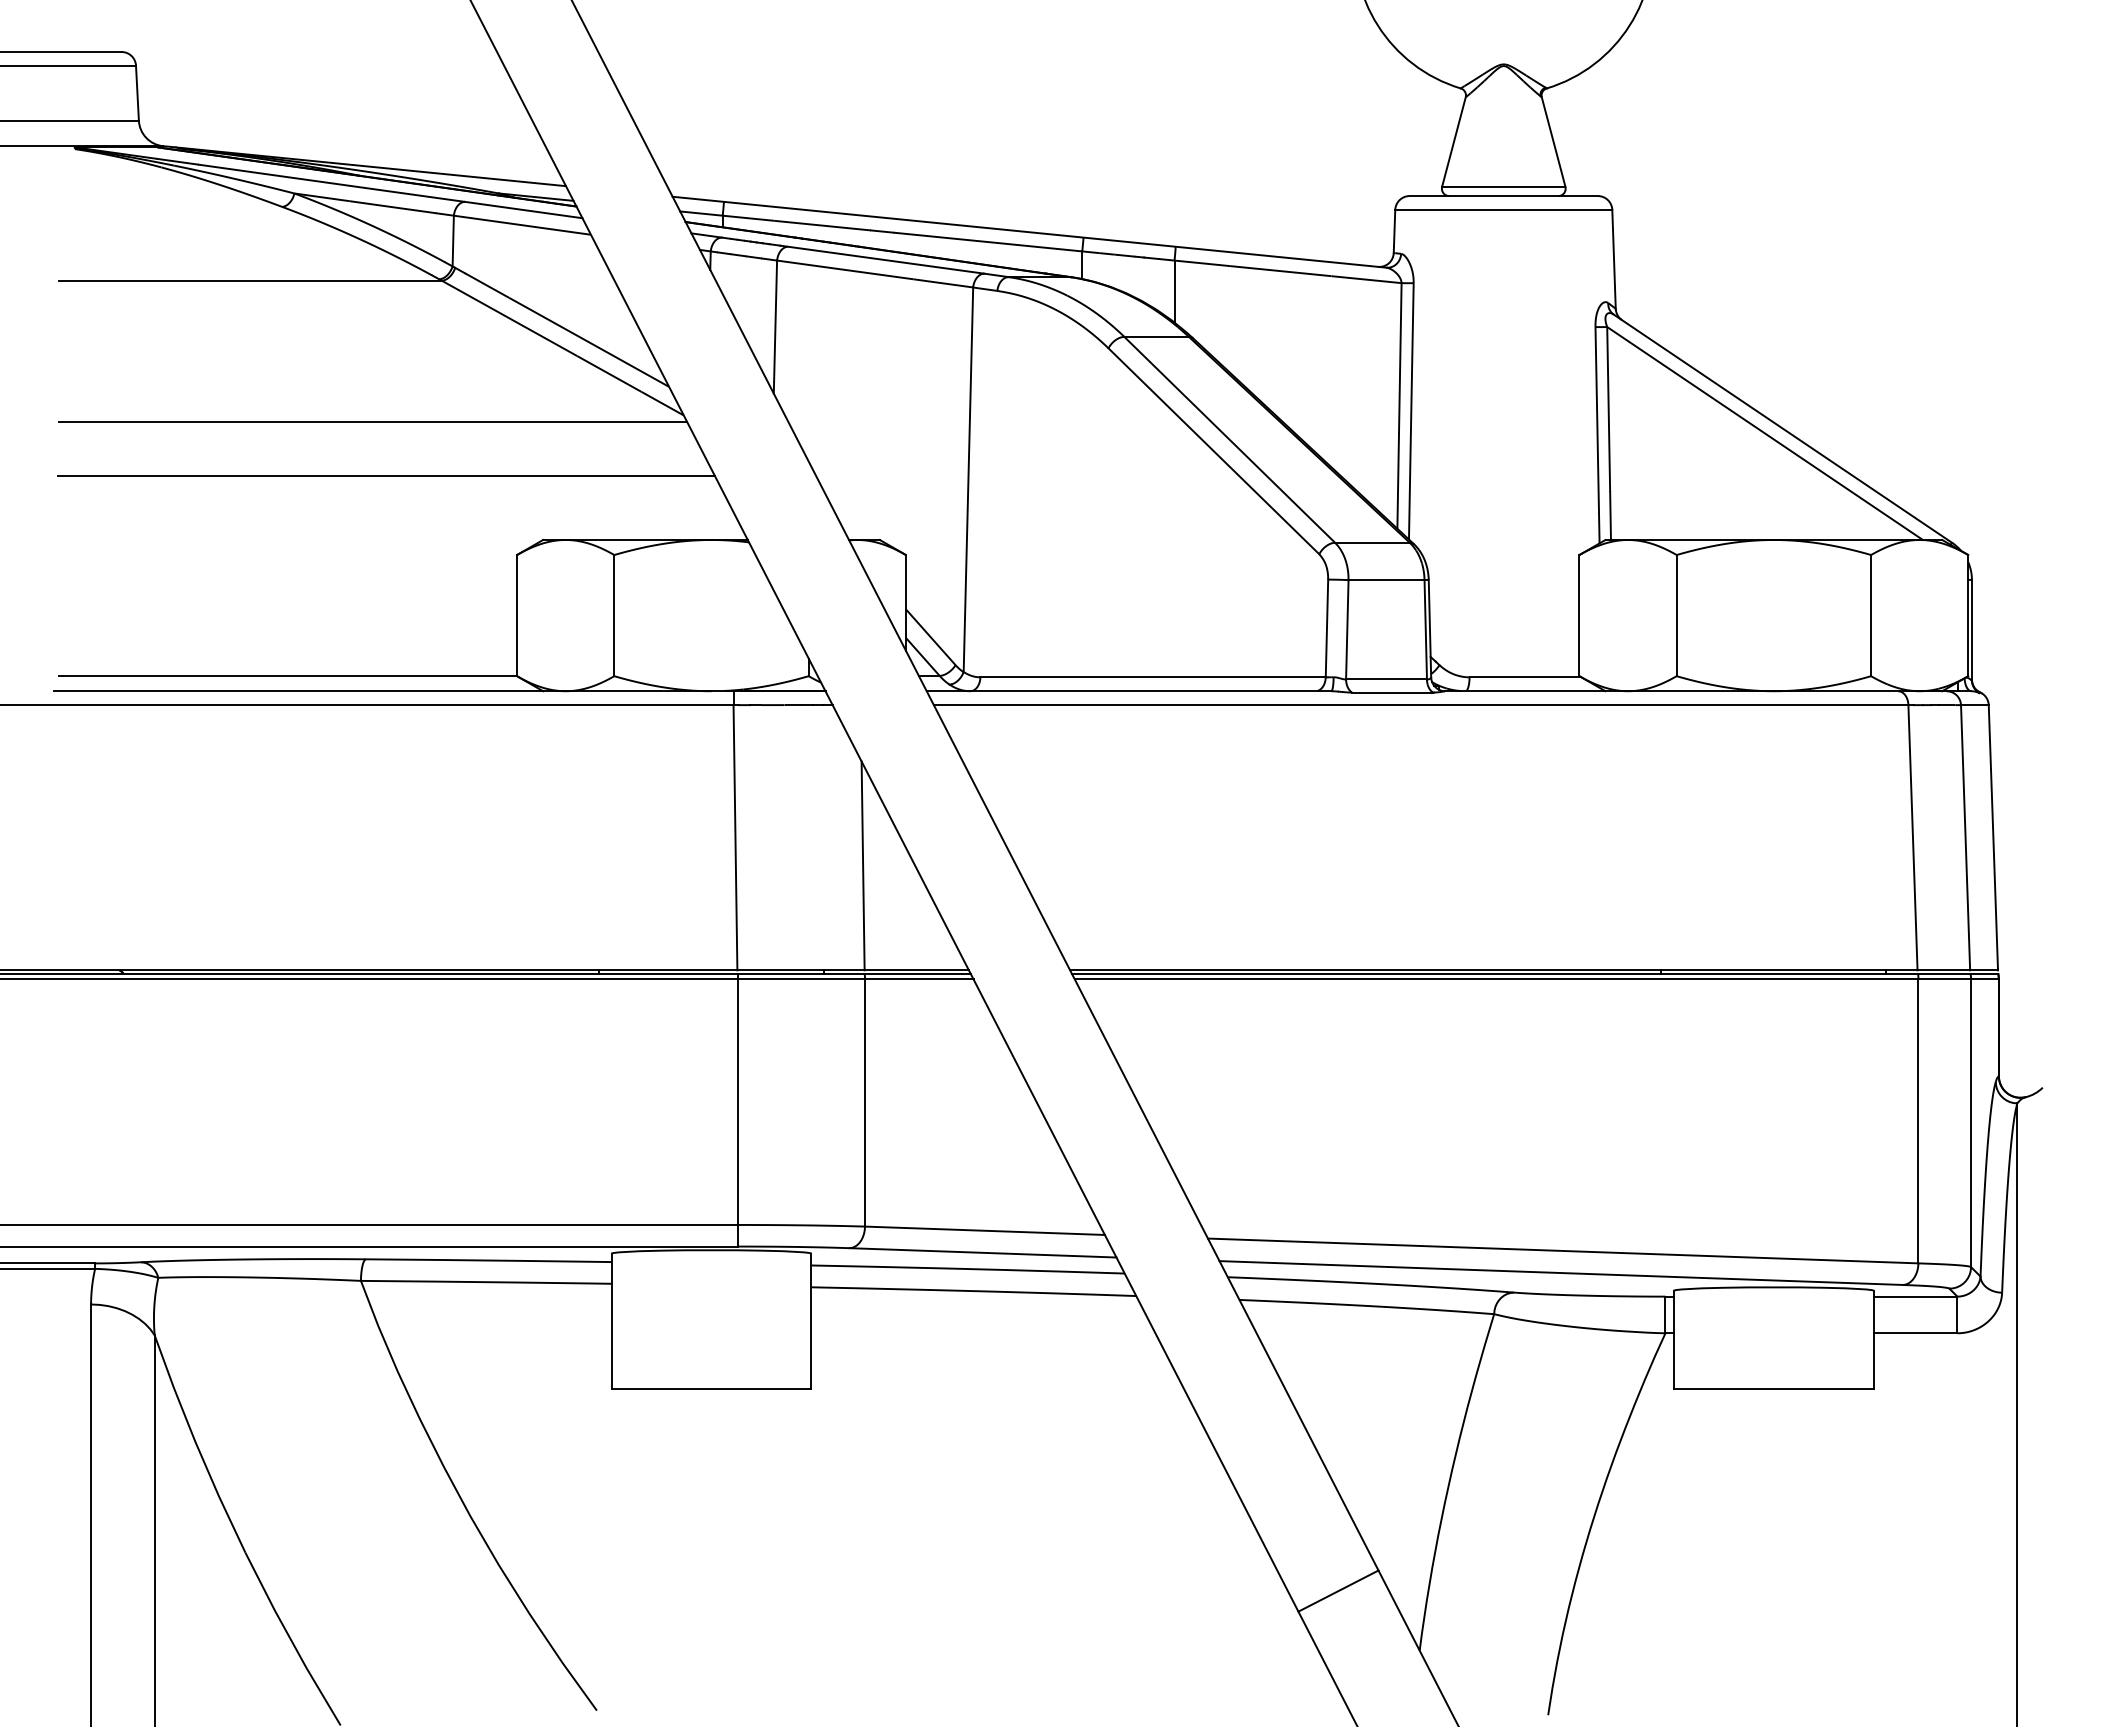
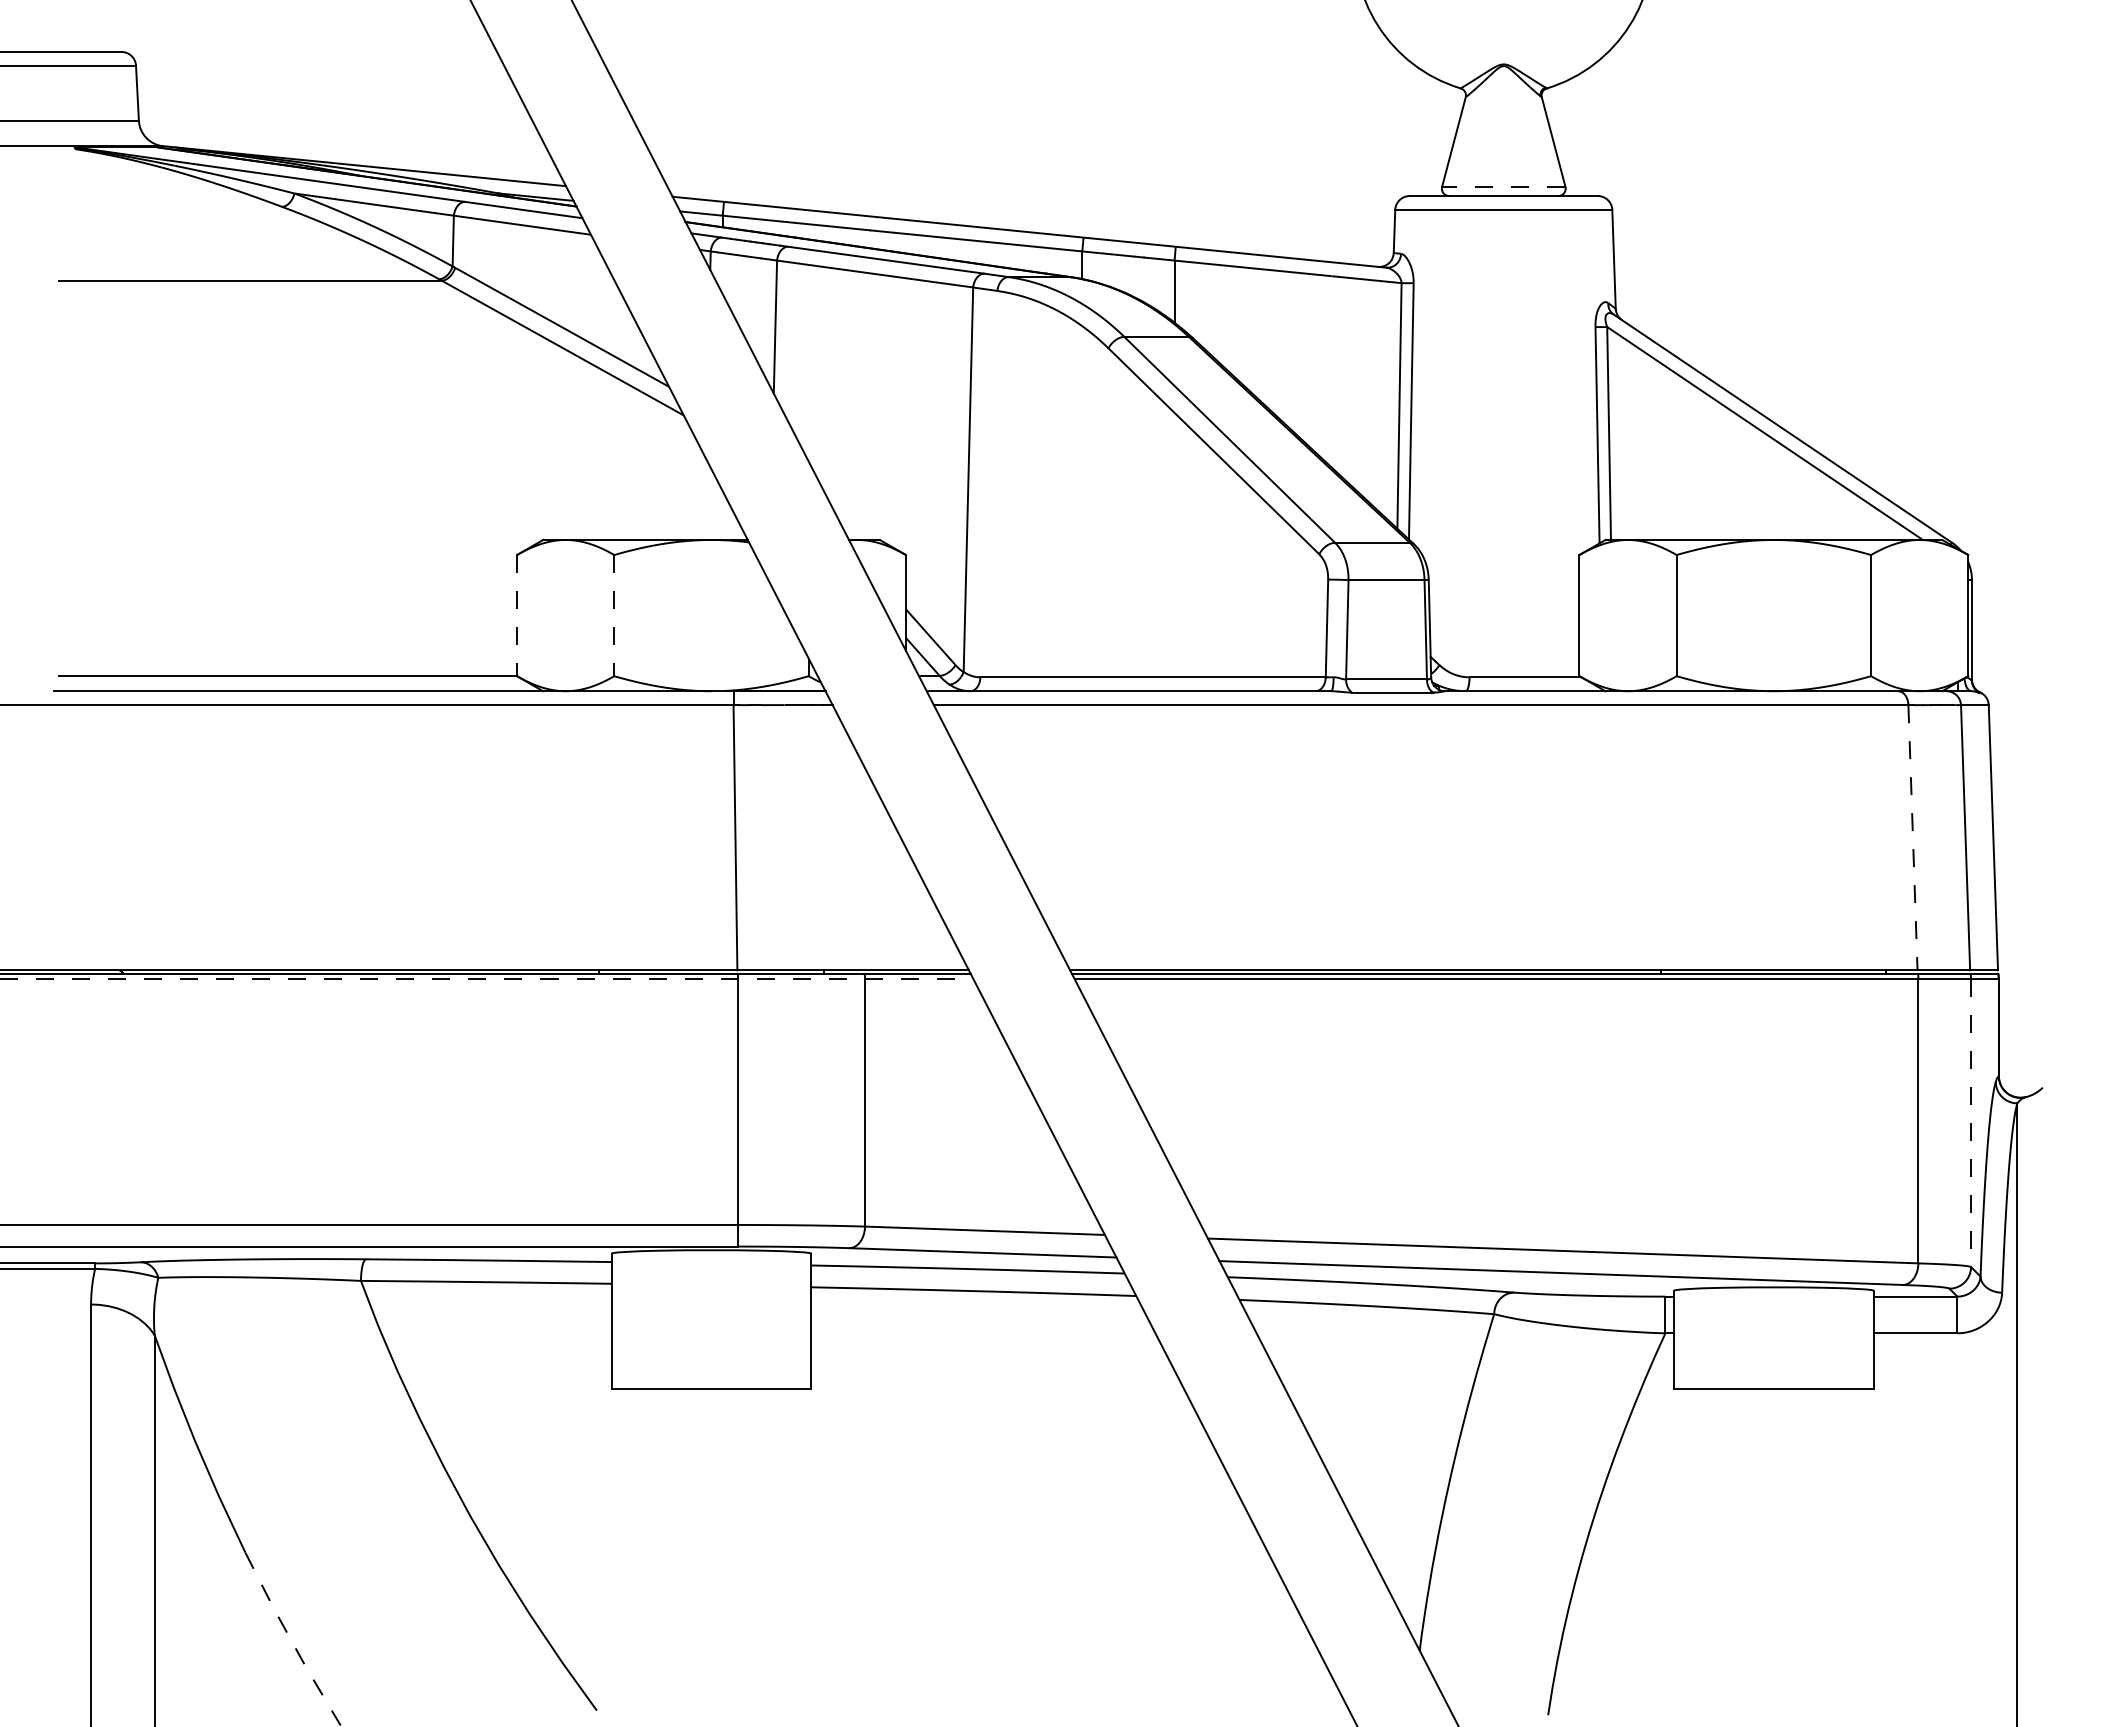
line at (1503, 186): solid -> dashed
line at (372, 422): present -> none
line at (386, 475): present -> none
line at (517, 615): solid -> dashed
line at (614, 615): solid -> dashed
line at (1912, 837): solid -> dashed
line at (862, 865): present -> none
line at (487, 979): solid -> dashed
line at (1971, 1123): solid -> dashed
line at (1338, 1590): present -> none
line at (291, 1639): solid -> dashed
